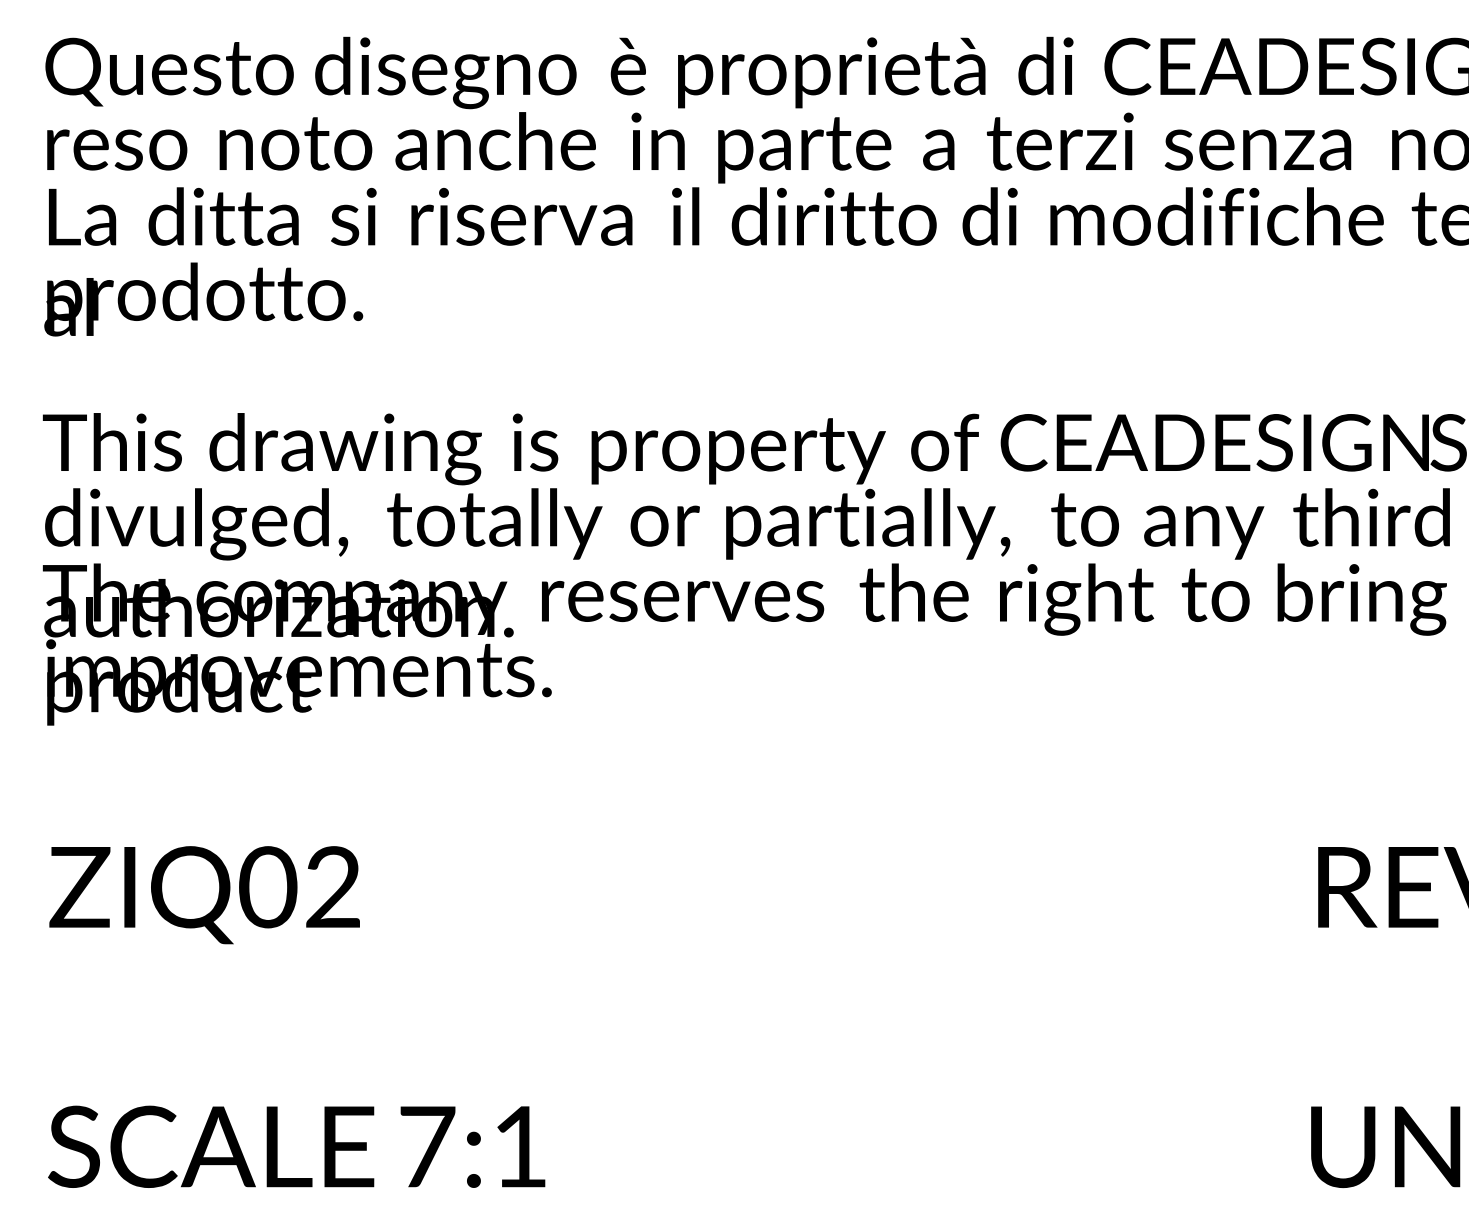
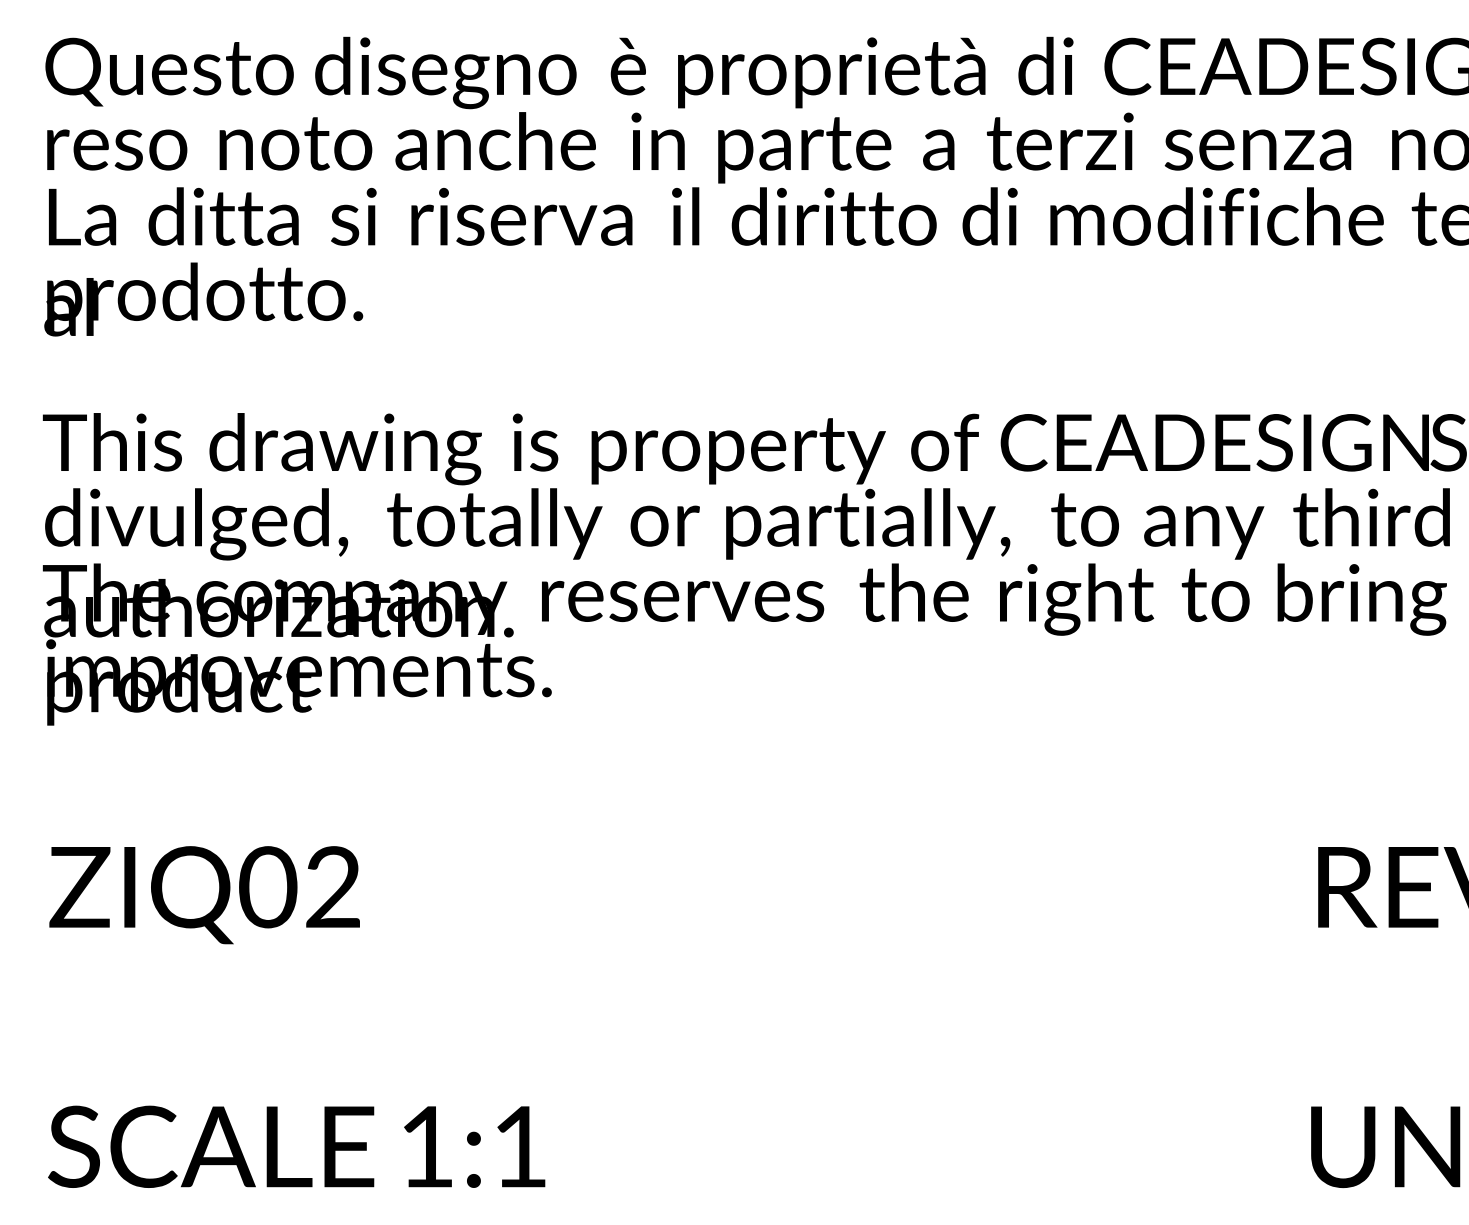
text at (427, 1146): 7:1 -> 1:1
